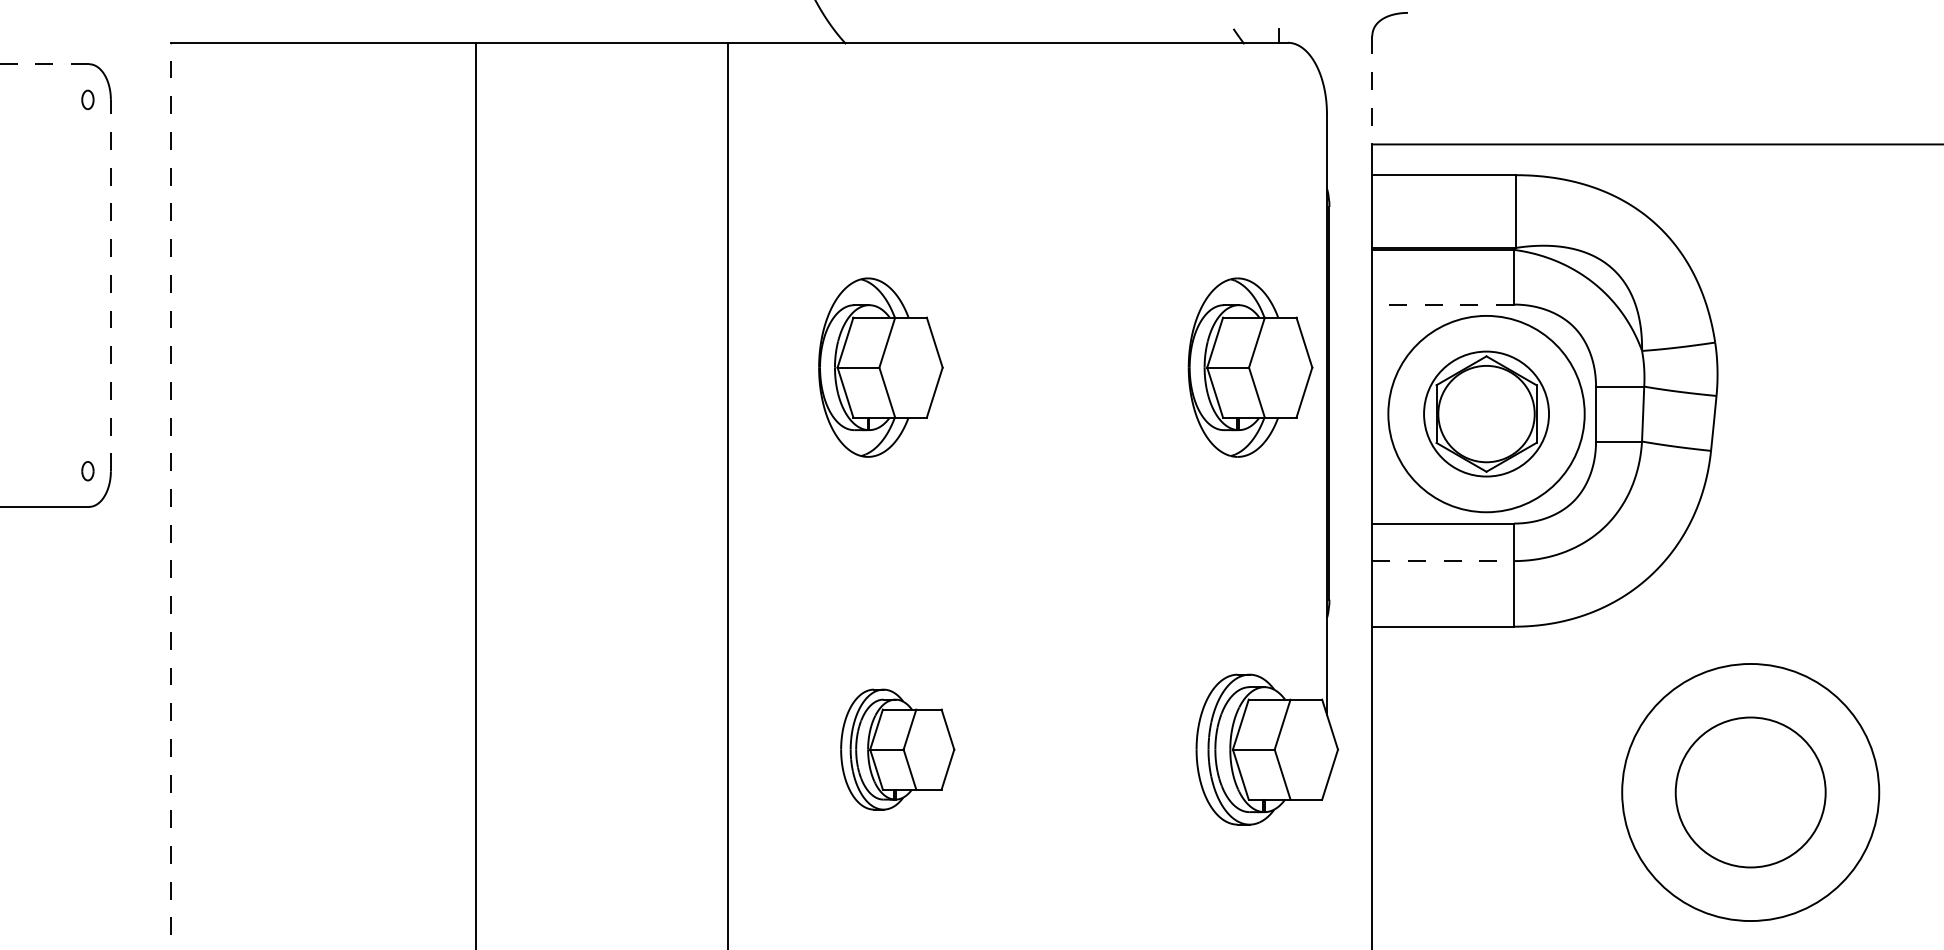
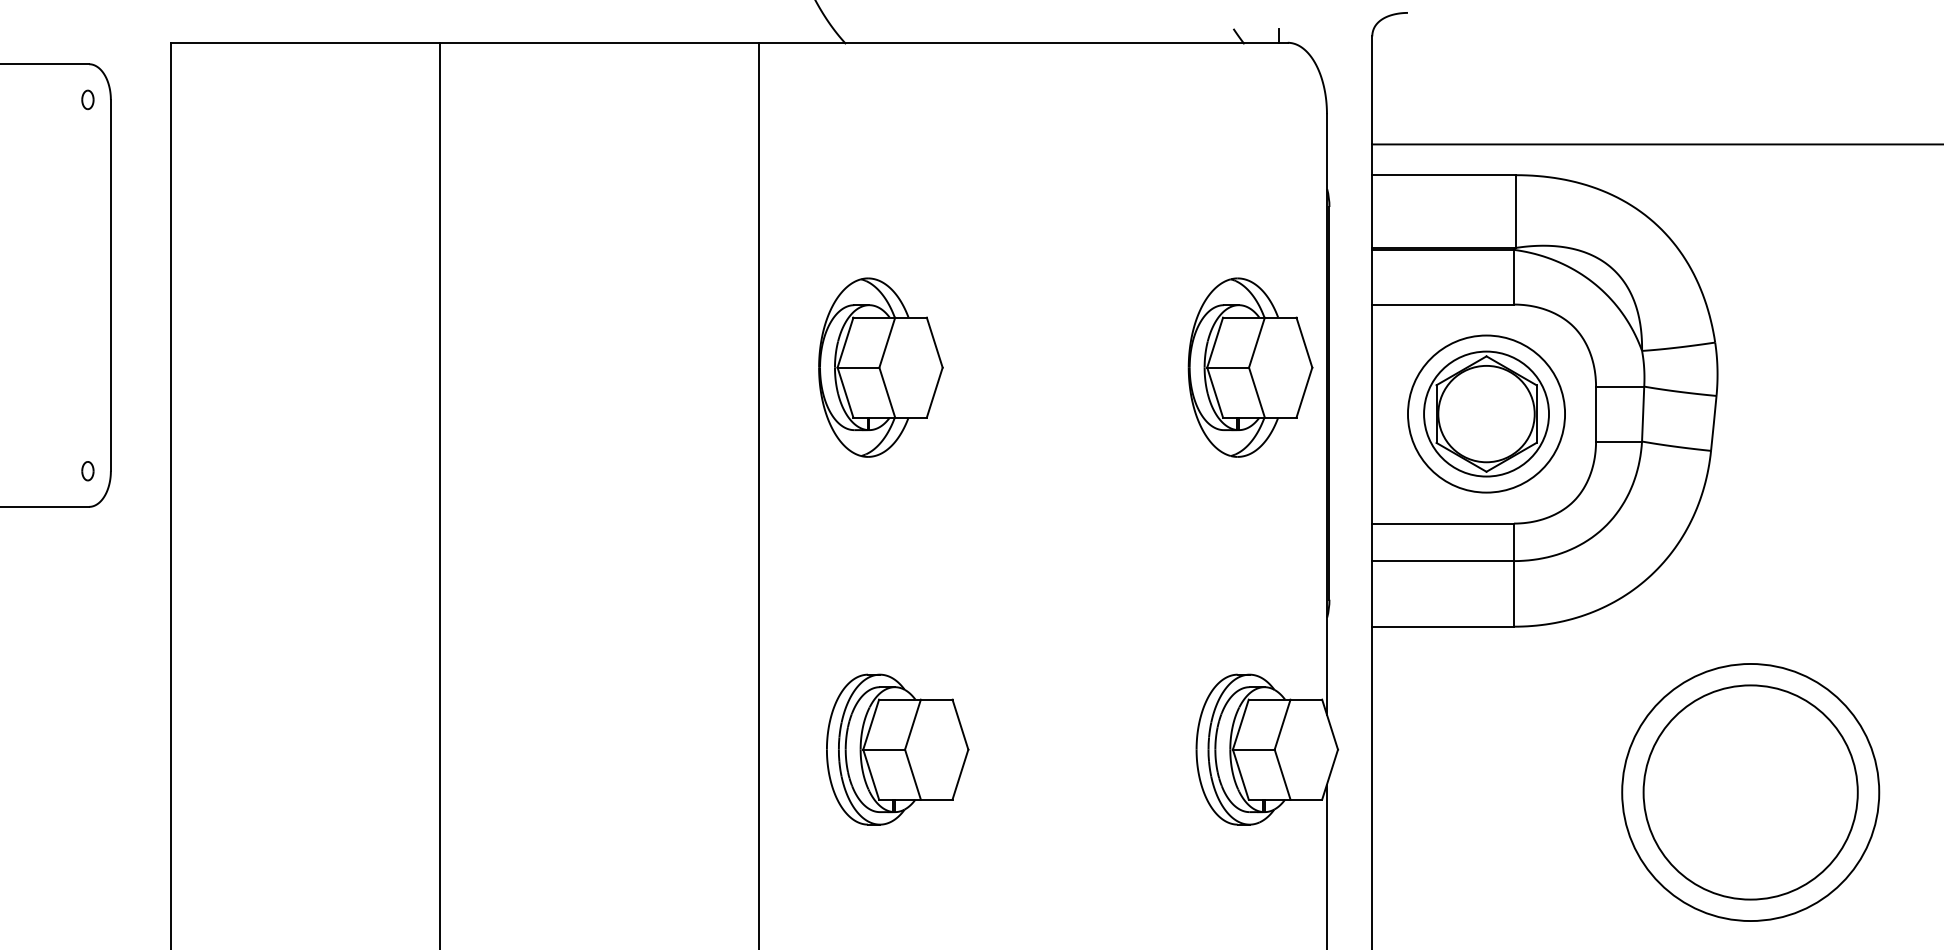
line at (44, 64): dashed -> solid
line at (1372, 90): dashed -> solid
line at (110, 285): dashed -> solid
line at (1443, 304): dashed -> solid
circle at (1486, 413) diameter: 196 px -> 157 px
line at (475, 494) position: (475, 494) -> (439, 494)
line at (728, 494) position: (728, 494) -> (759, 494)
line at (171, 495): dashed -> solid
line at (1443, 561): dashed -> solid
part at (897, 749) size: 116x123 px -> 144x153 px
circle at (1750, 792) diameter: 150 px -> 214 px
line at (1326, 865): none -> present
